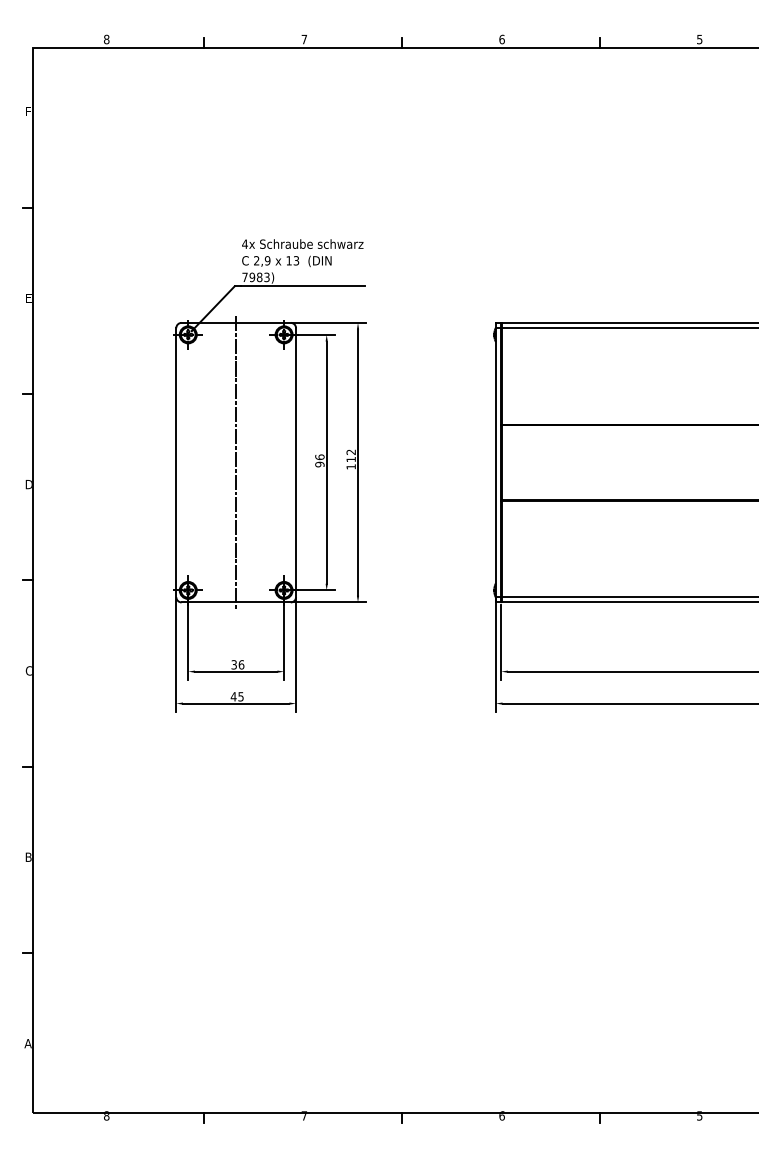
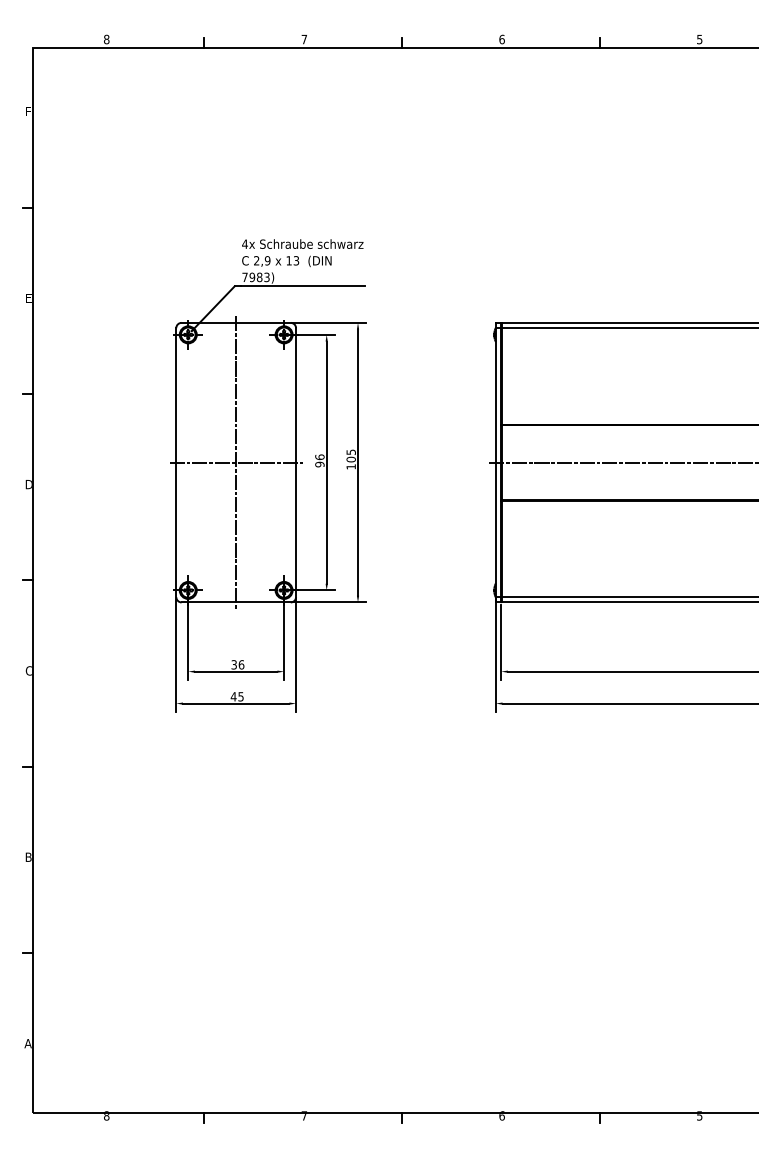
text at (350, 455): 112 -> 105
line at (235, 462): none -> present
line at (622, 462): none -> present
